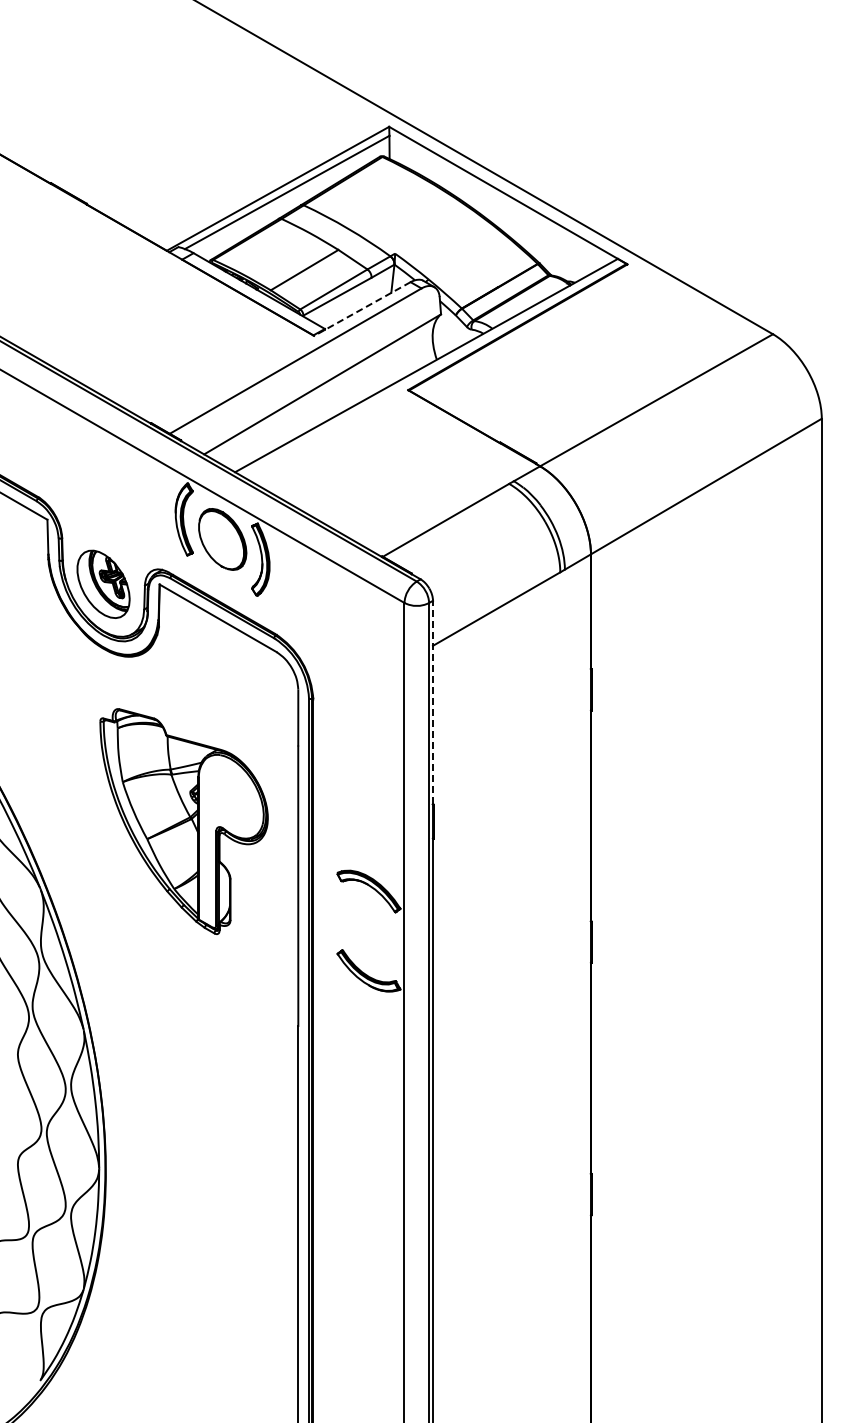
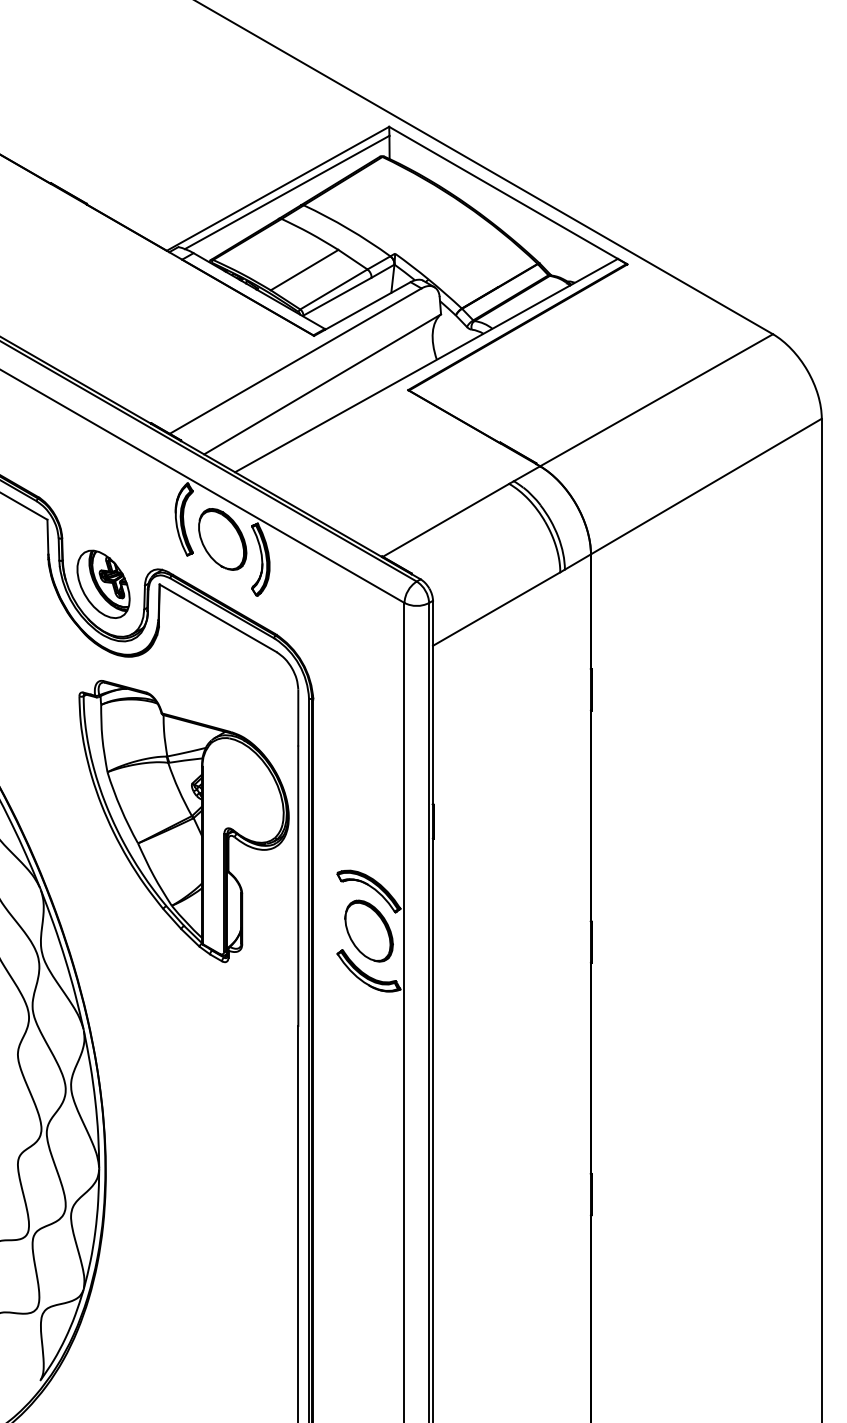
line at (361, 309): dashed -> solid
line at (433, 702): dashed -> solid
part at (183, 821) size: 170x227 px -> 212x284 px
part at (368, 930): none -> present
